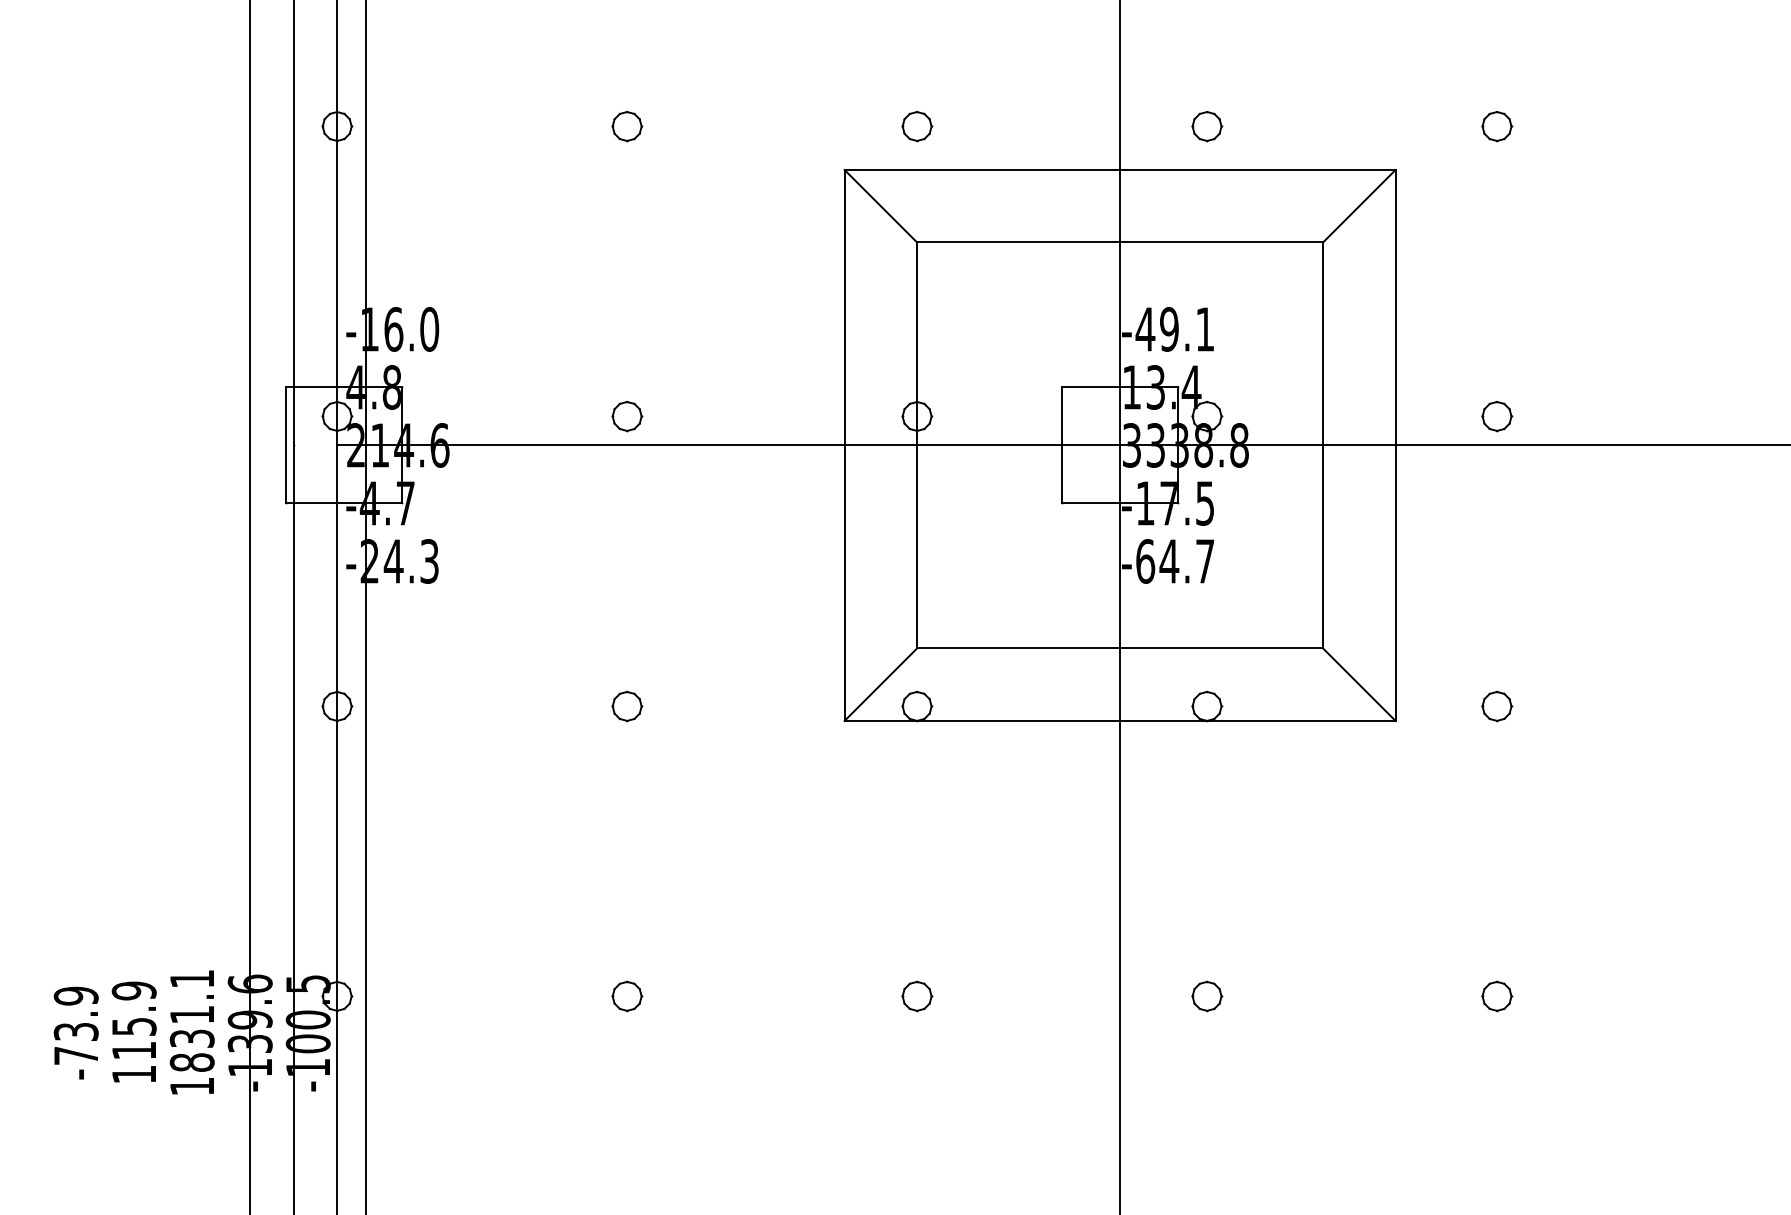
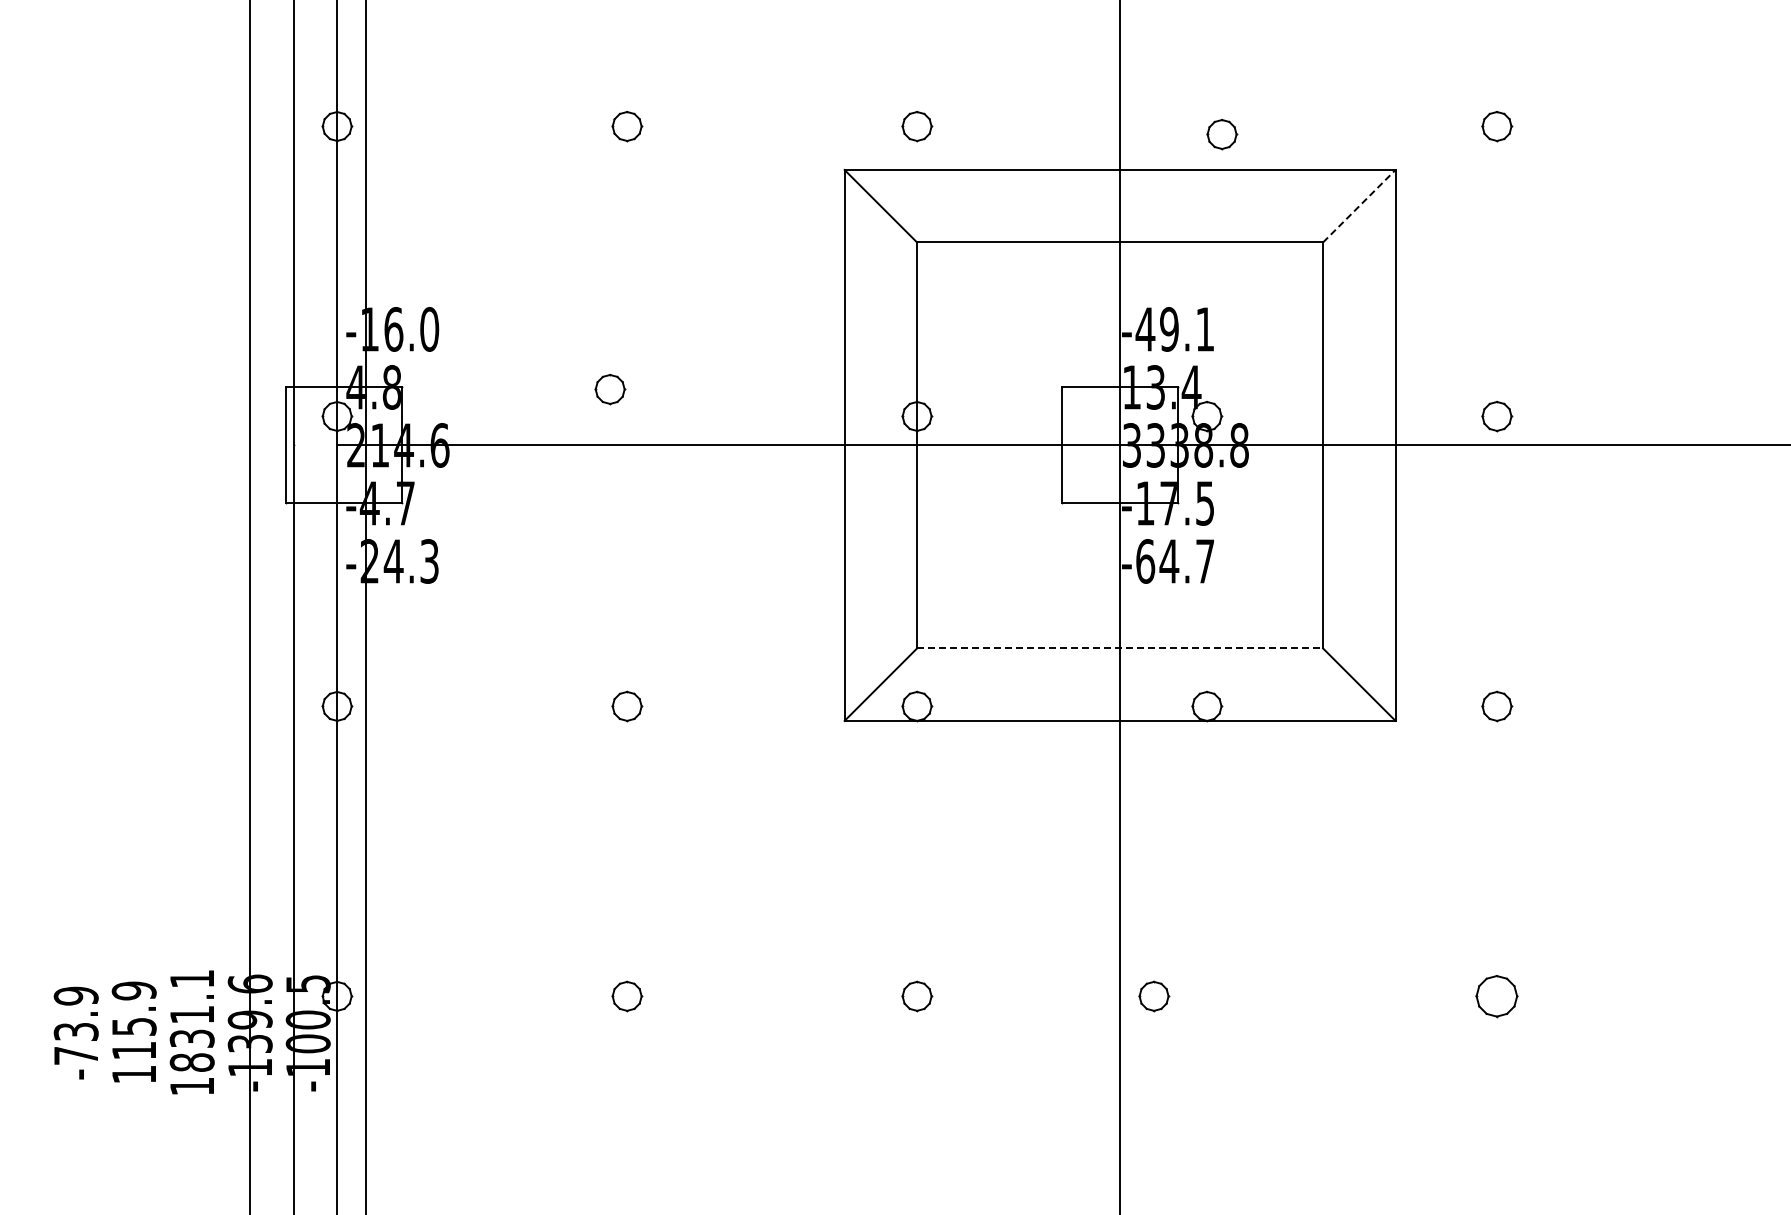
part at (1207, 126) position: (1207, 126) -> (1222, 134)
line at (1359, 205): solid -> dashed
part at (627, 416) position: (627, 416) -> (610, 389)
line at (1120, 648): solid -> dashed
part at (1207, 996) position: (1207, 996) -> (1154, 996)
part at (1497, 996) size: 33x33 px -> 44x44 px
